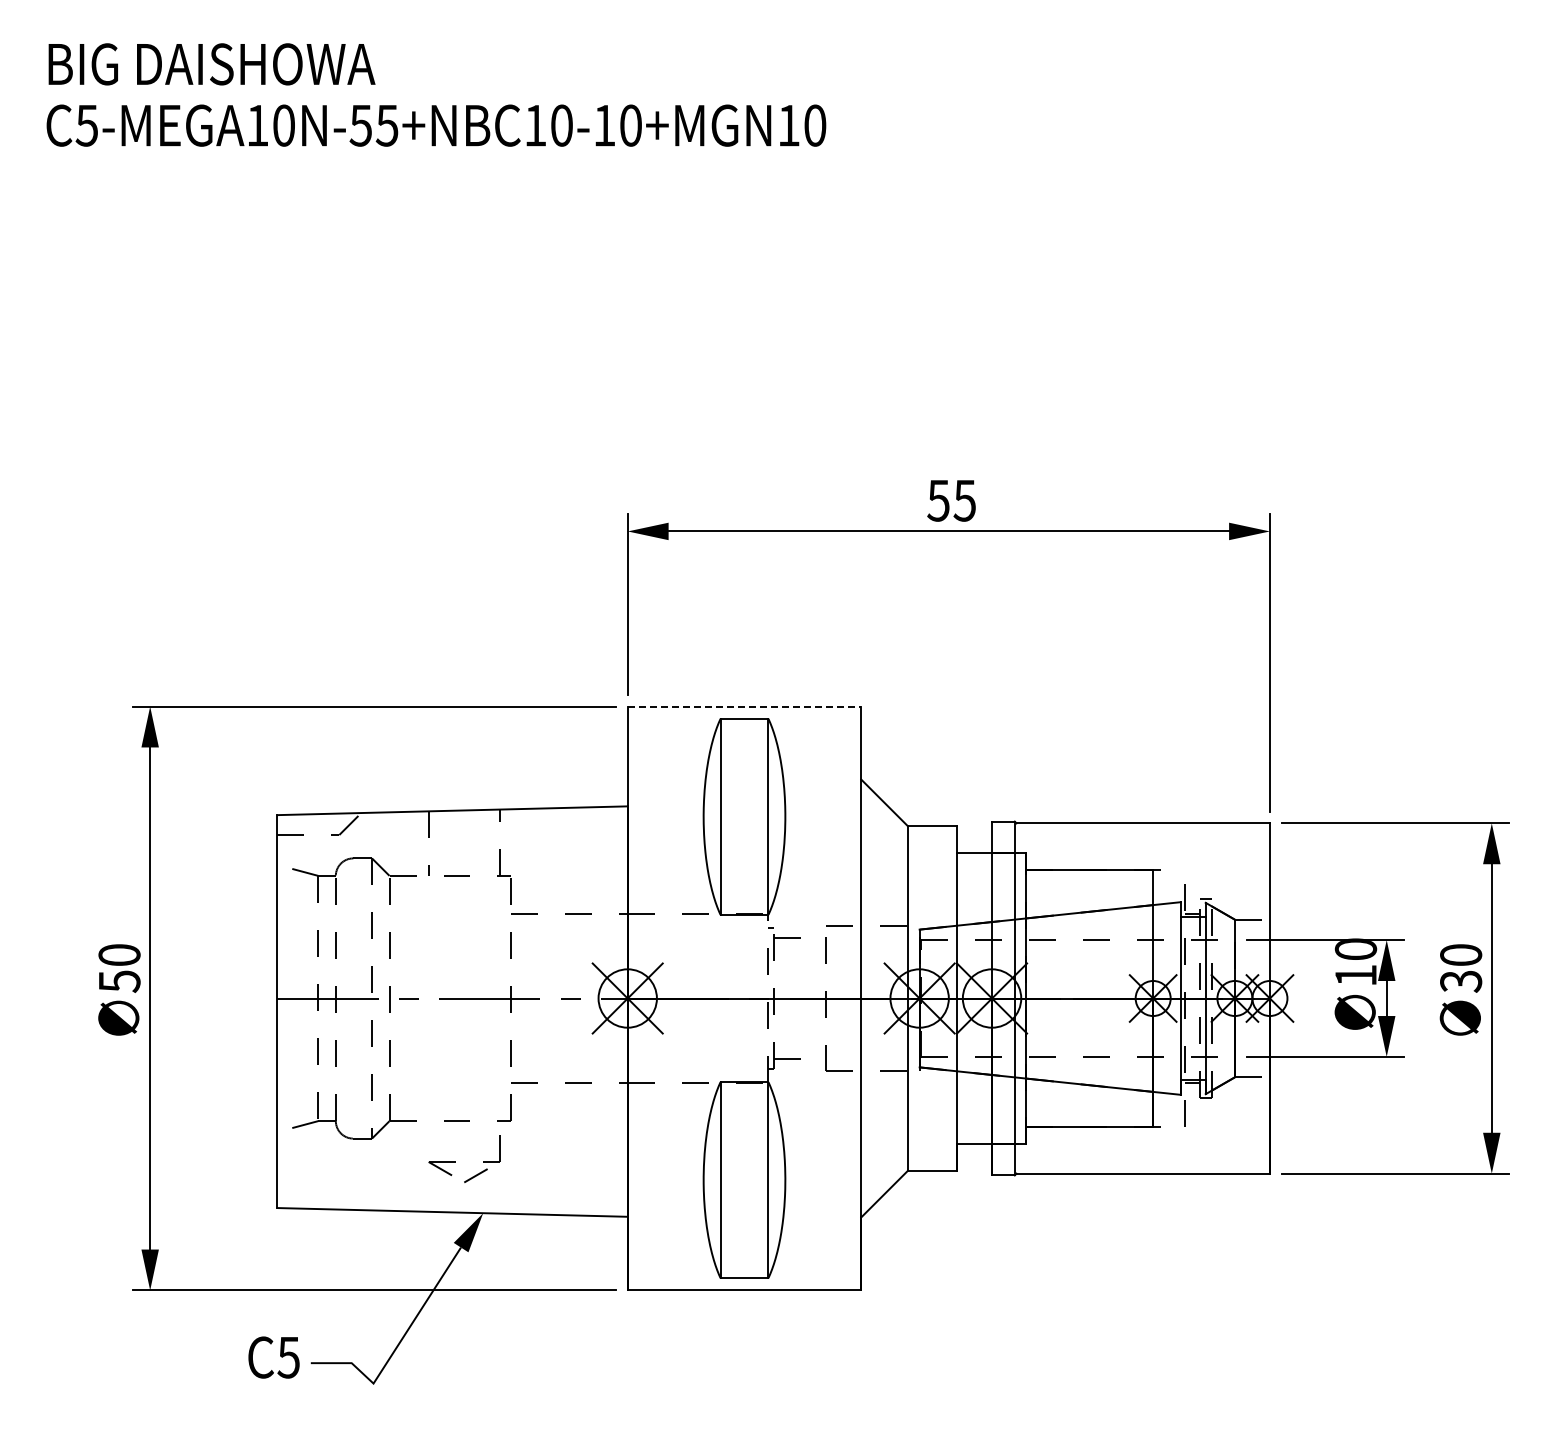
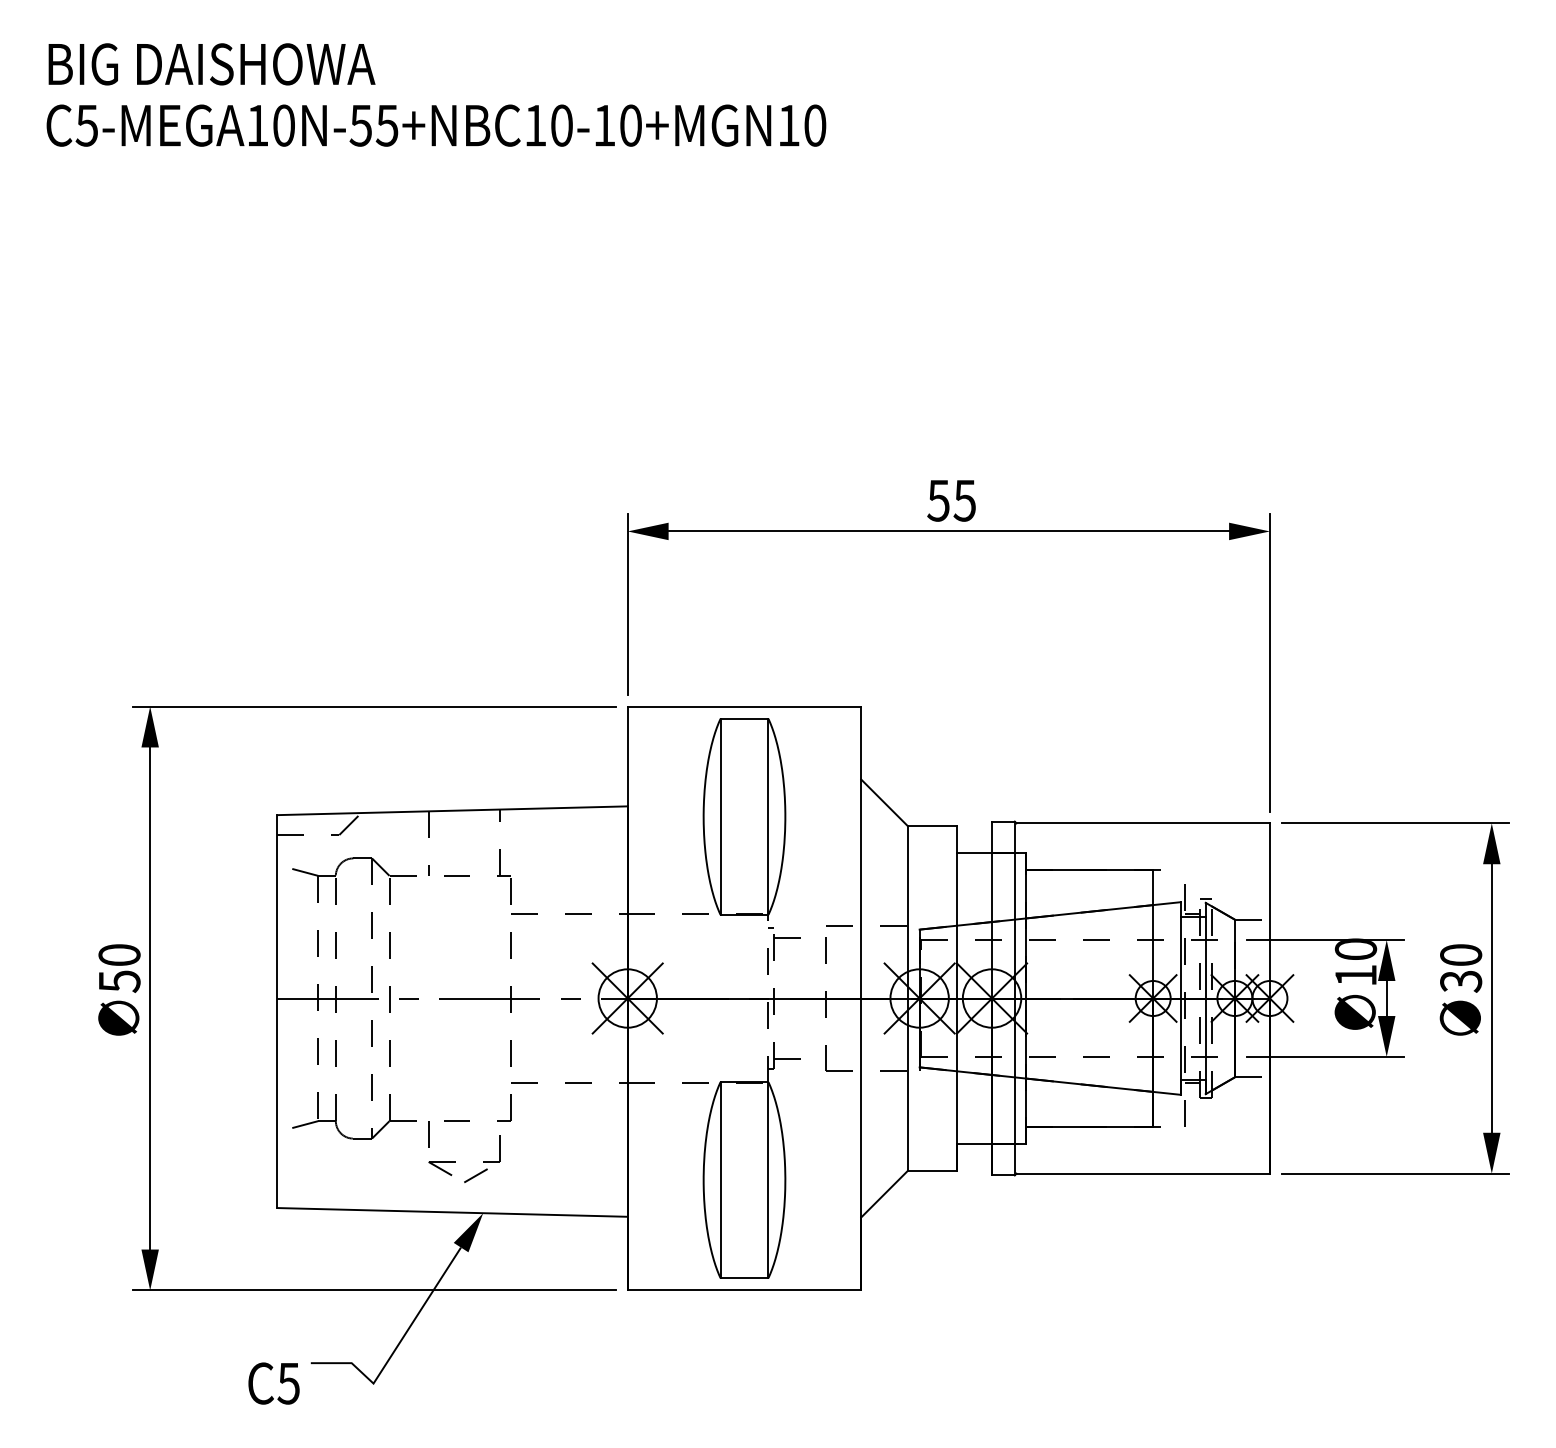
line at (744, 706): dashed -> solid
line at (428, 1134): none -> present
text at (273, 1357) position: (273, 1357) -> (273, 1383)
